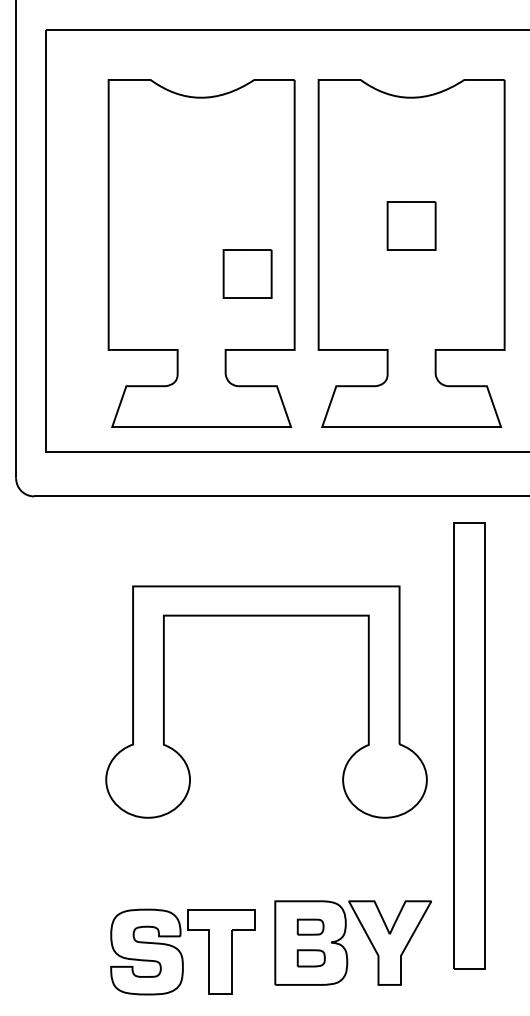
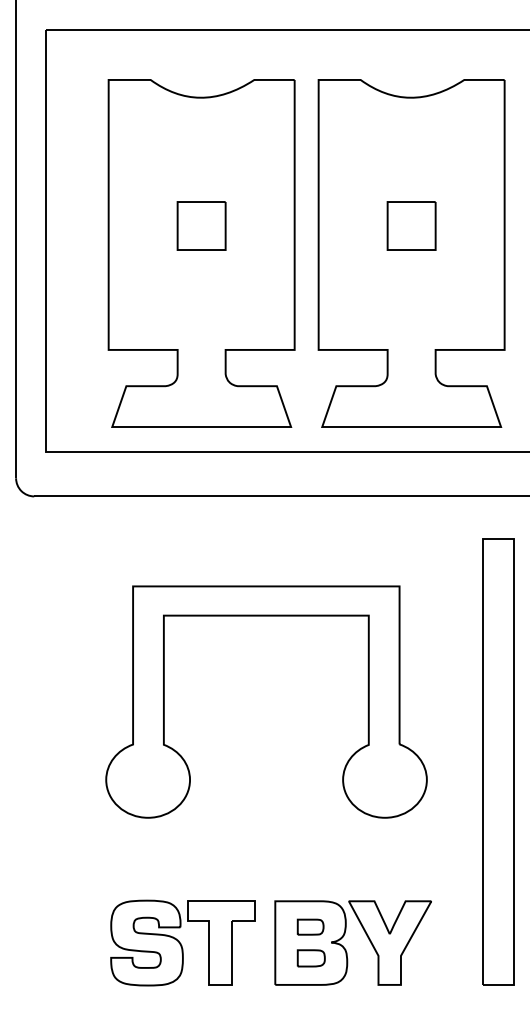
part at (247, 273) position: (247, 273) -> (201, 225)
part at (469, 745) position: (469, 745) -> (498, 761)
part at (182, 951) position: (182, 951) -> (182, 942)
